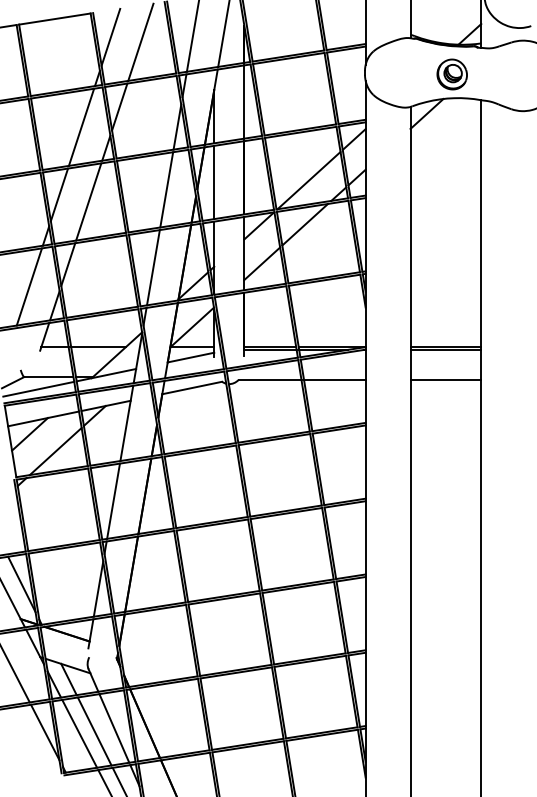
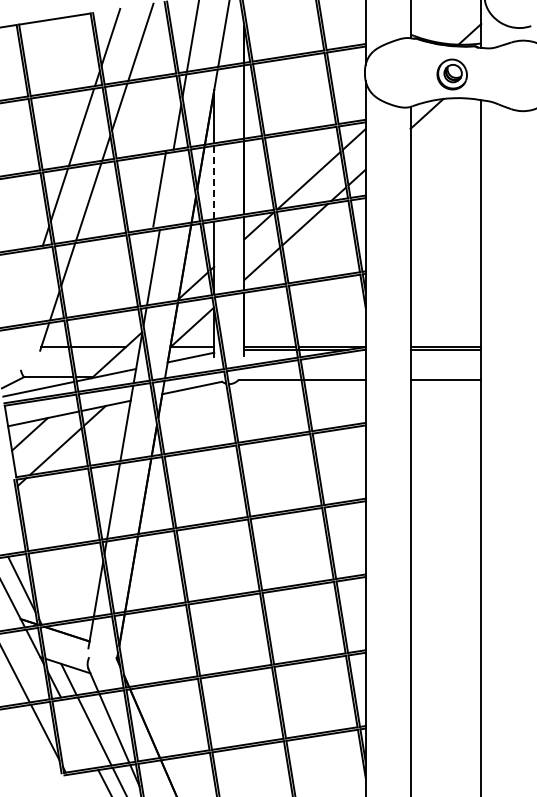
line at (214, 182): solid -> dashed
line at (166, 189) position: (166, 189) -> (159, 188)
line at (28, 286): present -> none
line at (79, 733): present -> none
